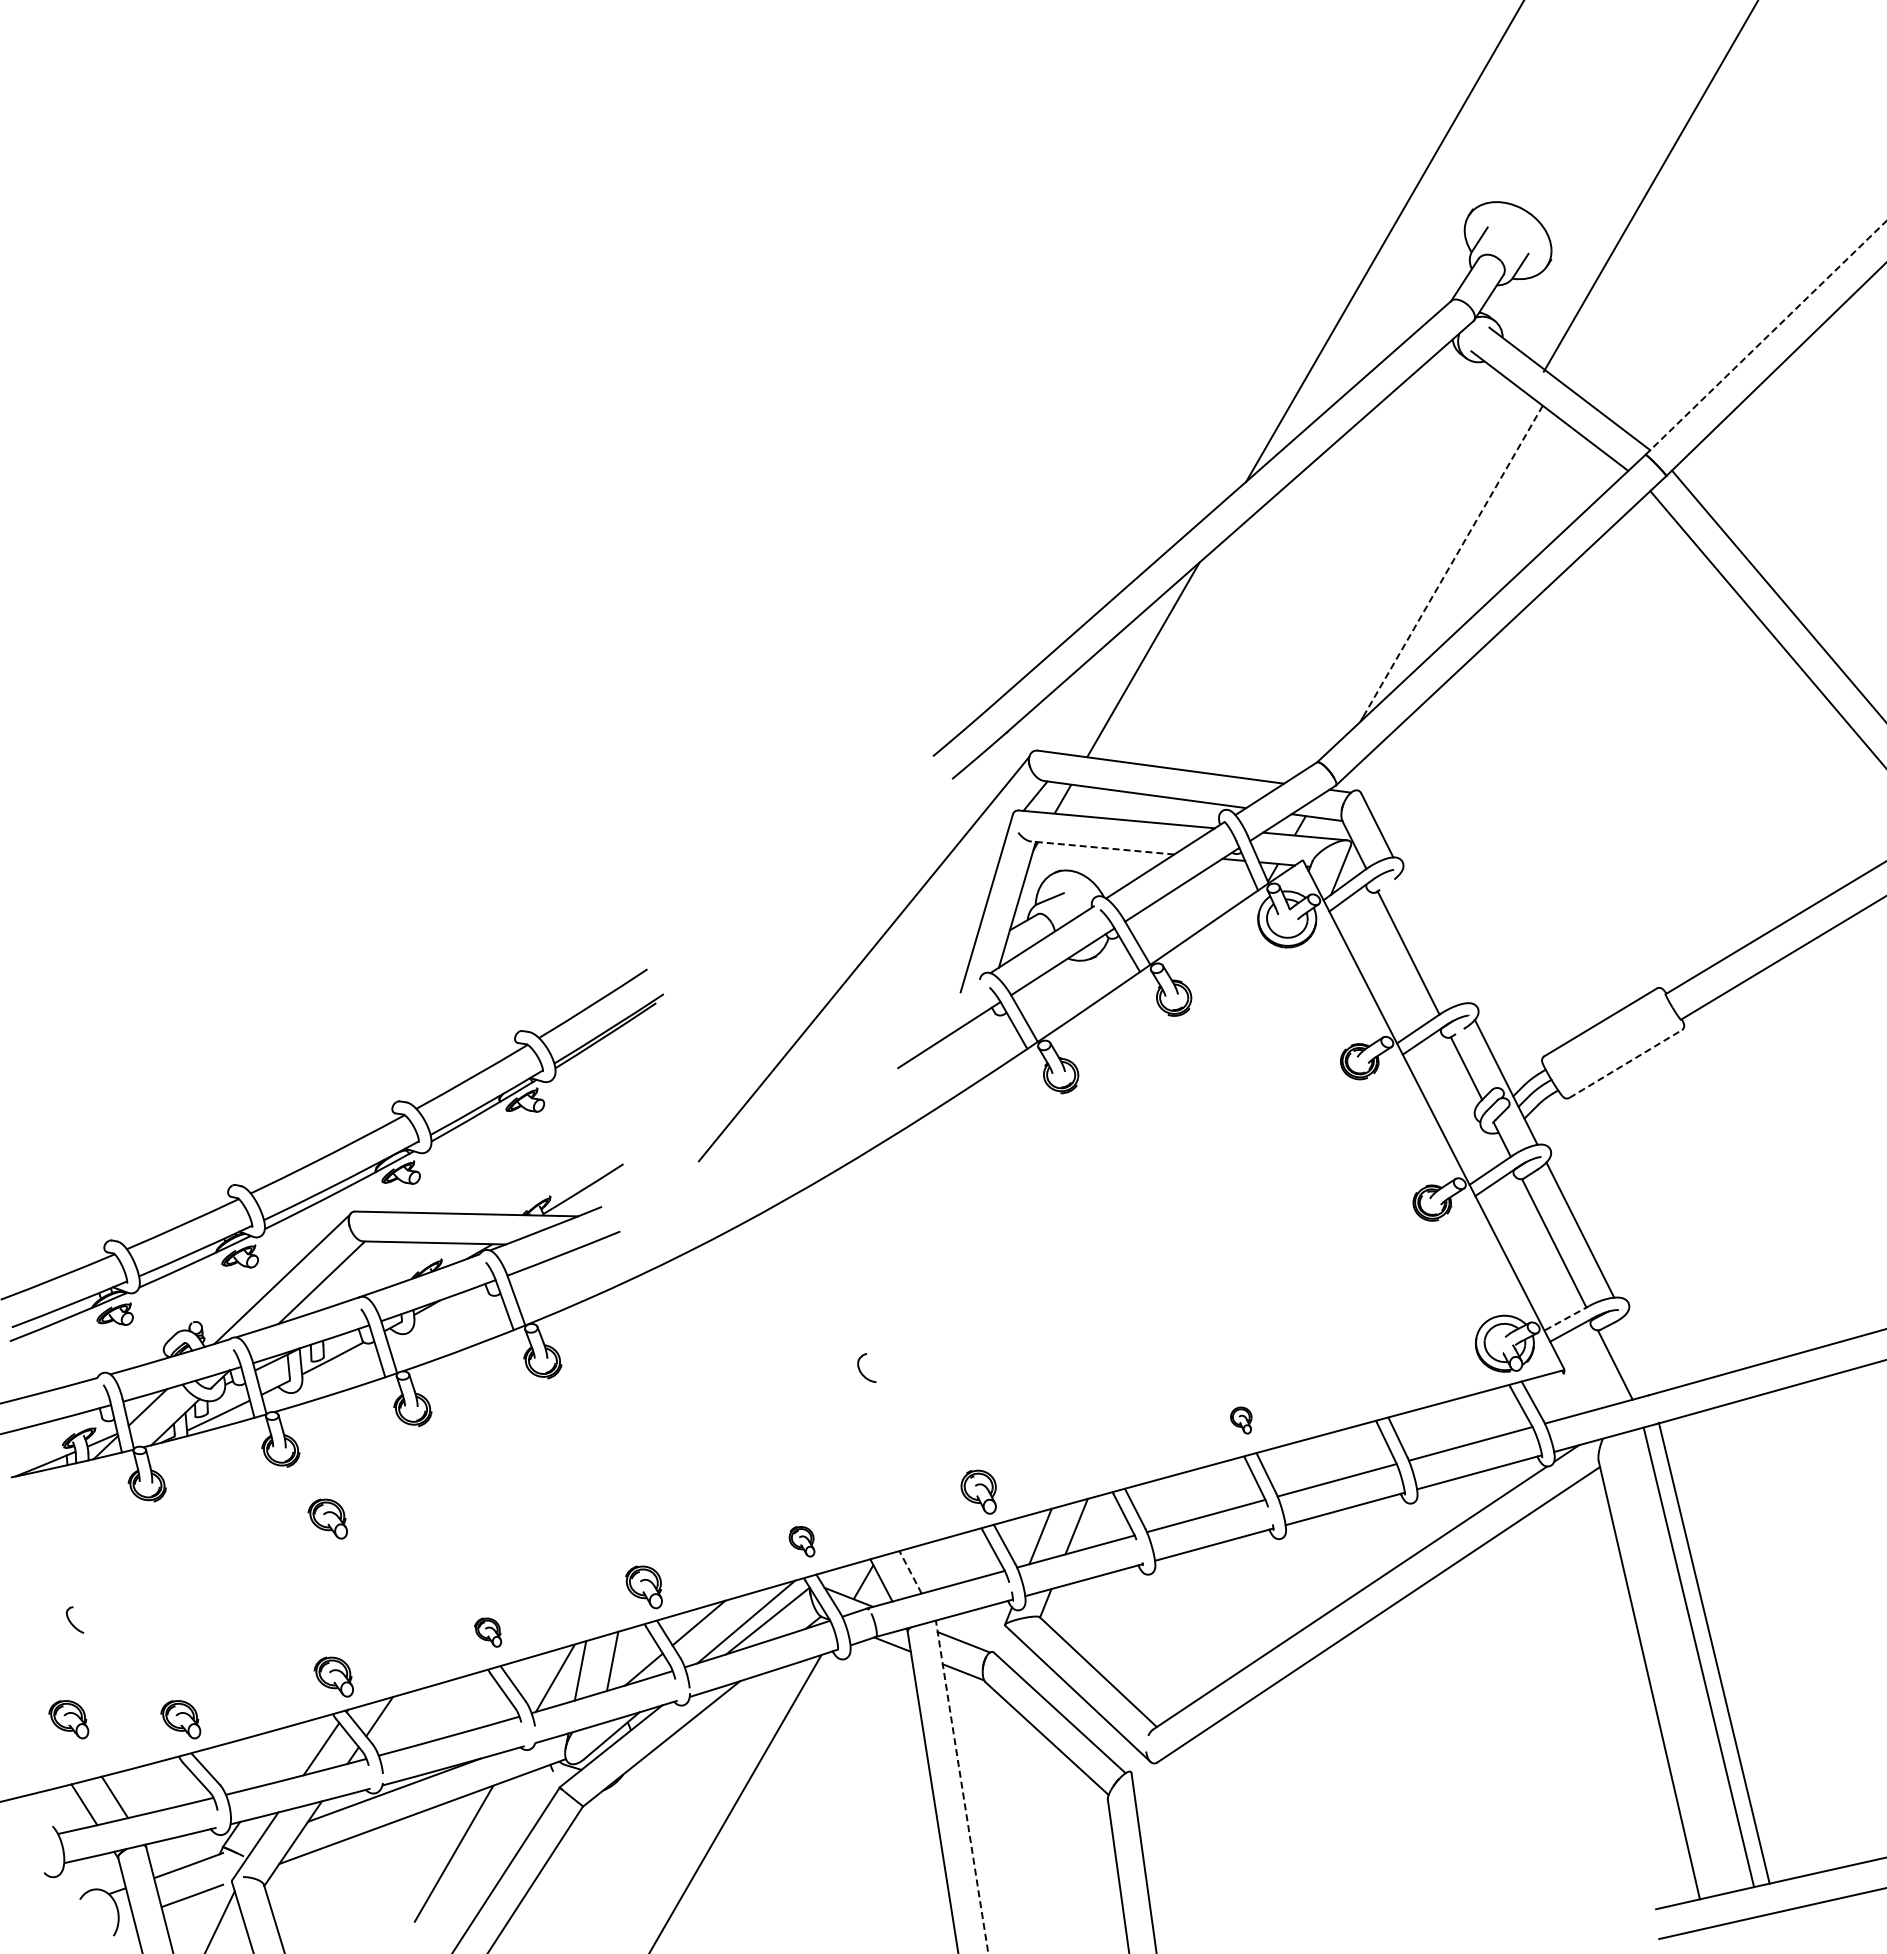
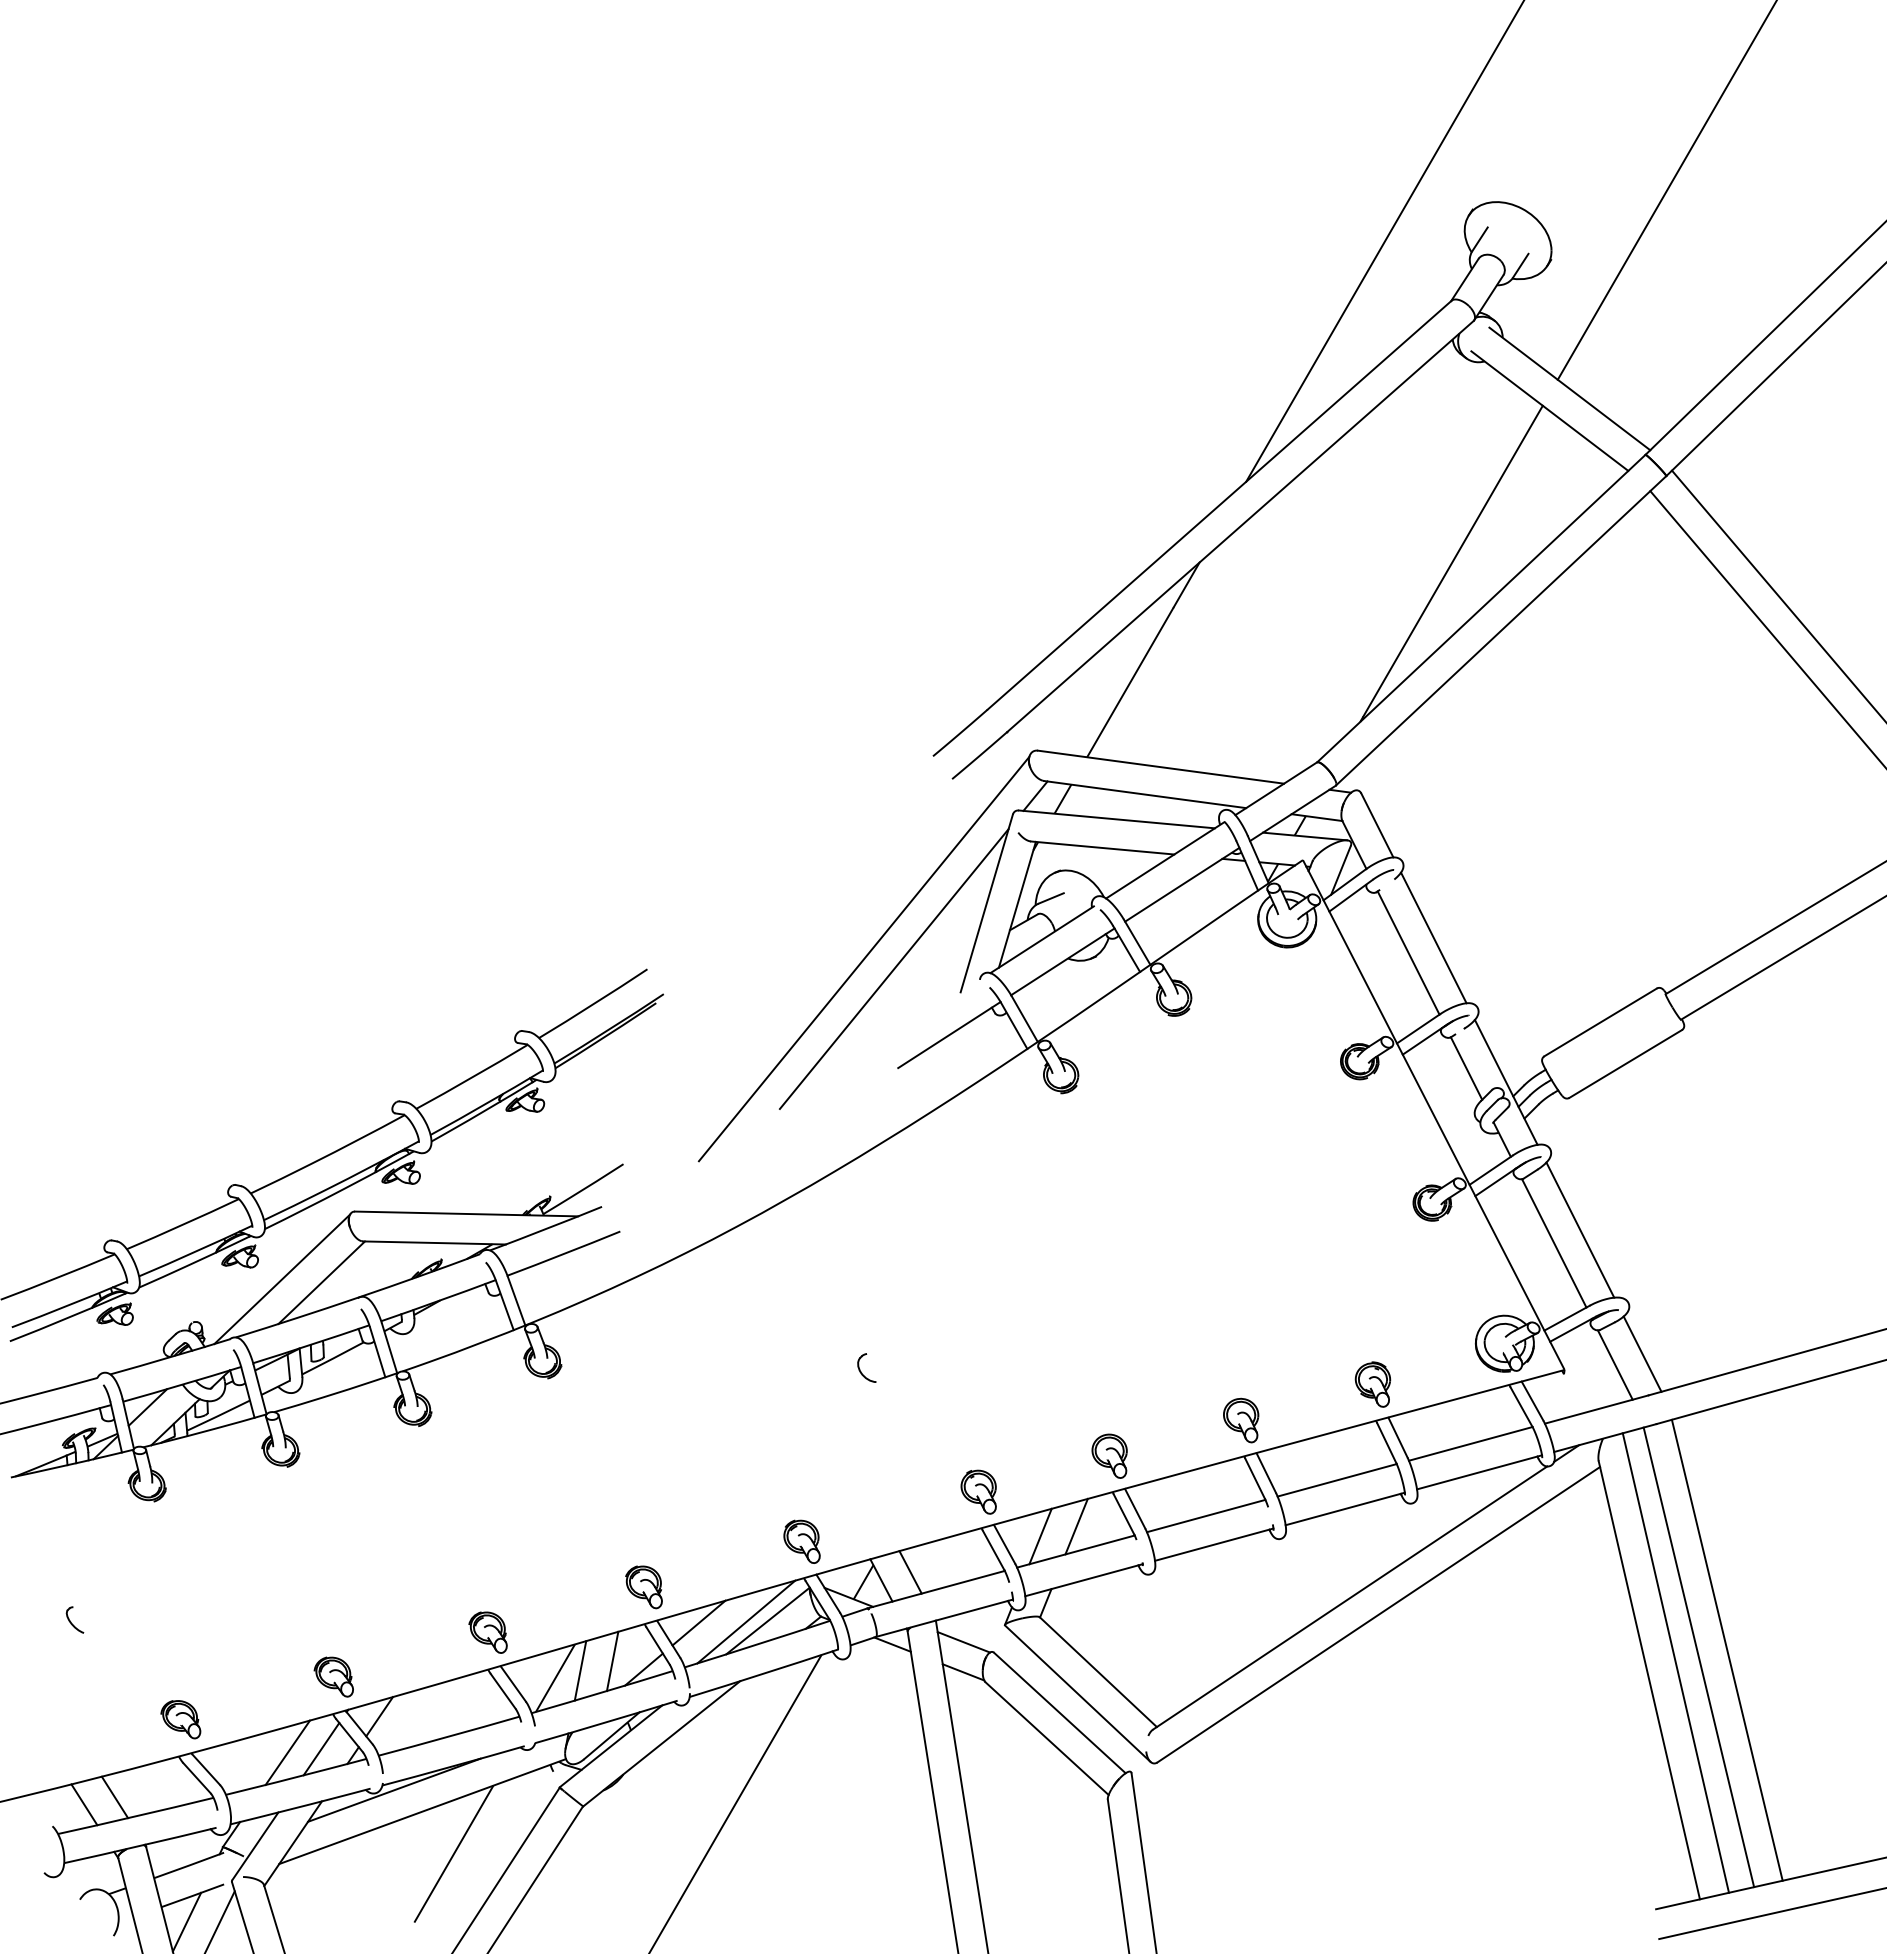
line at (1649, 186) position: (1649, 186) -> (1666, 190)
line at (1766, 337): dashed -> solid
line at (1452, 561): dashed -> solid
line at (1102, 848): dashed -> solid
line at (1433, 937): none -> present
line at (893, 969): none -> present
line at (1625, 1064): dashed -> solid
line at (1567, 1318): dashed -> solid
line at (1642, 1353): none -> present
part at (1372, 1384): none -> present
part at (1241, 1420) size: 23x29 px -> 37x47 px
part at (1109, 1455): none -> present
part at (327, 1518): present -> none
part at (801, 1541) size: 28x32 px -> 38x45 px
line at (910, 1572): dashed -> solid
part at (488, 1632) size: 29x31 px -> 40x43 px
line at (1713, 1652) position: (1713, 1652) -> (1726, 1649)
line at (1675, 1662): none -> present
part at (68, 1719): present -> none
line at (287, 1752): none -> present
line at (962, 1787): dashed -> solid
line at (187, 1921): none -> present
